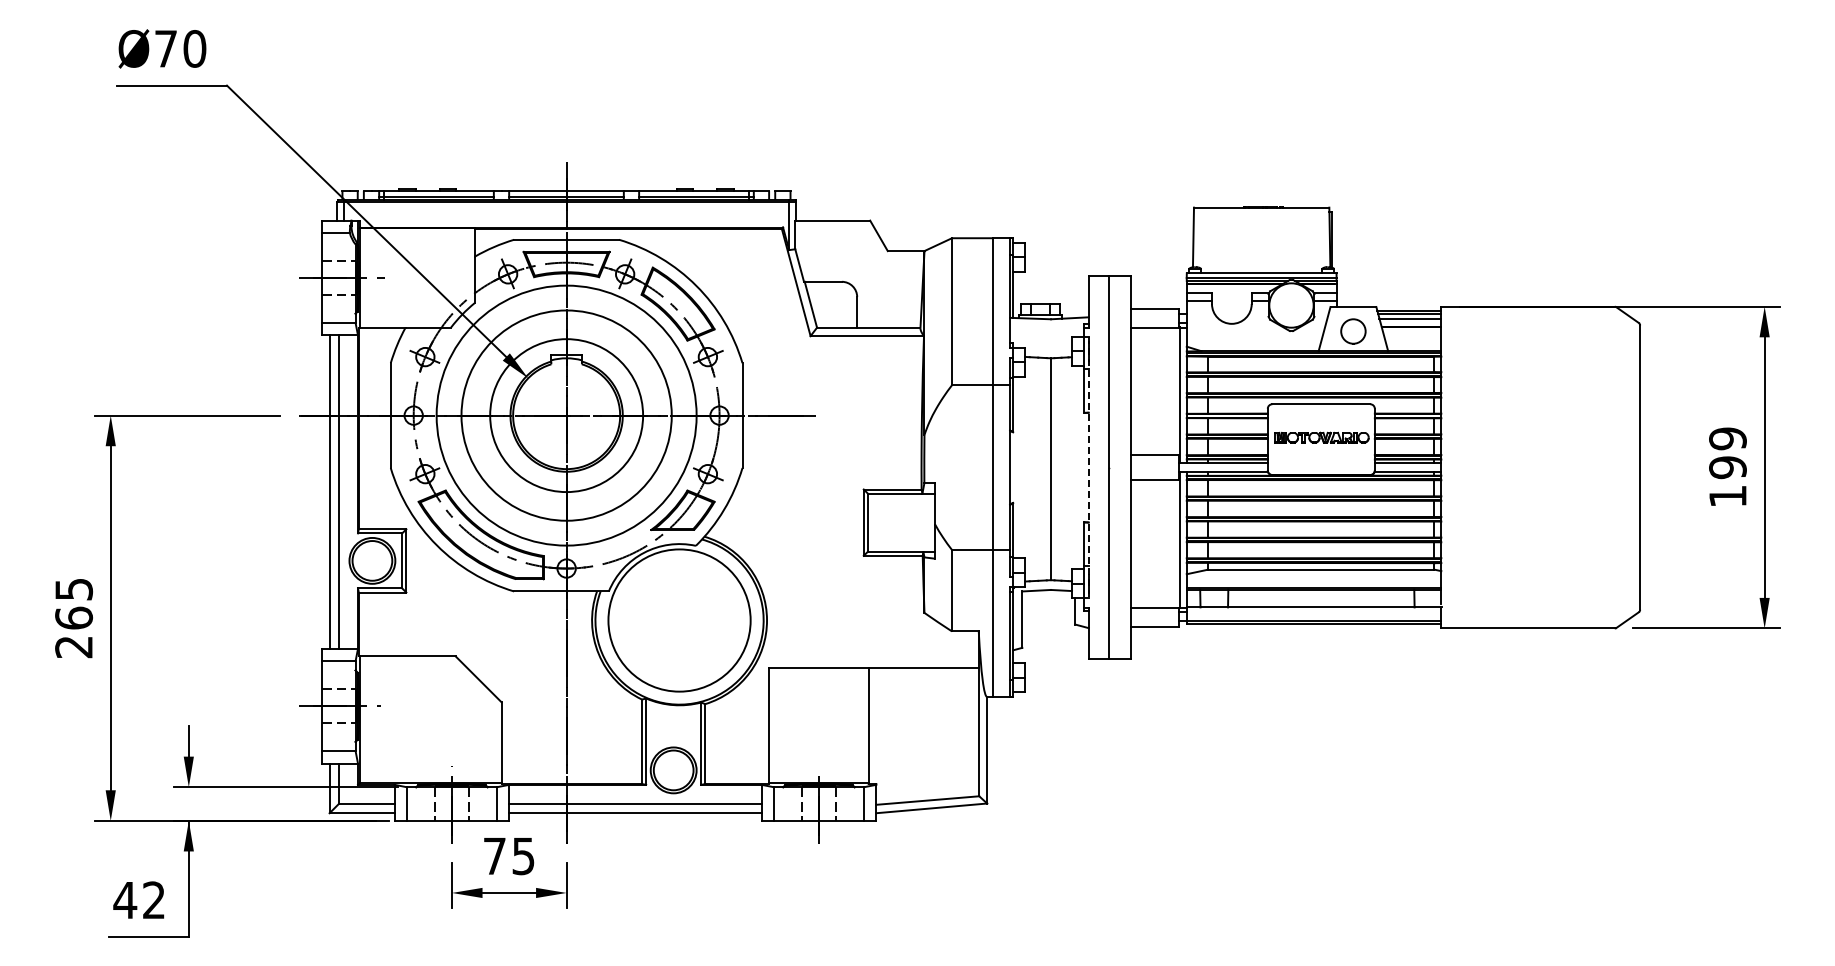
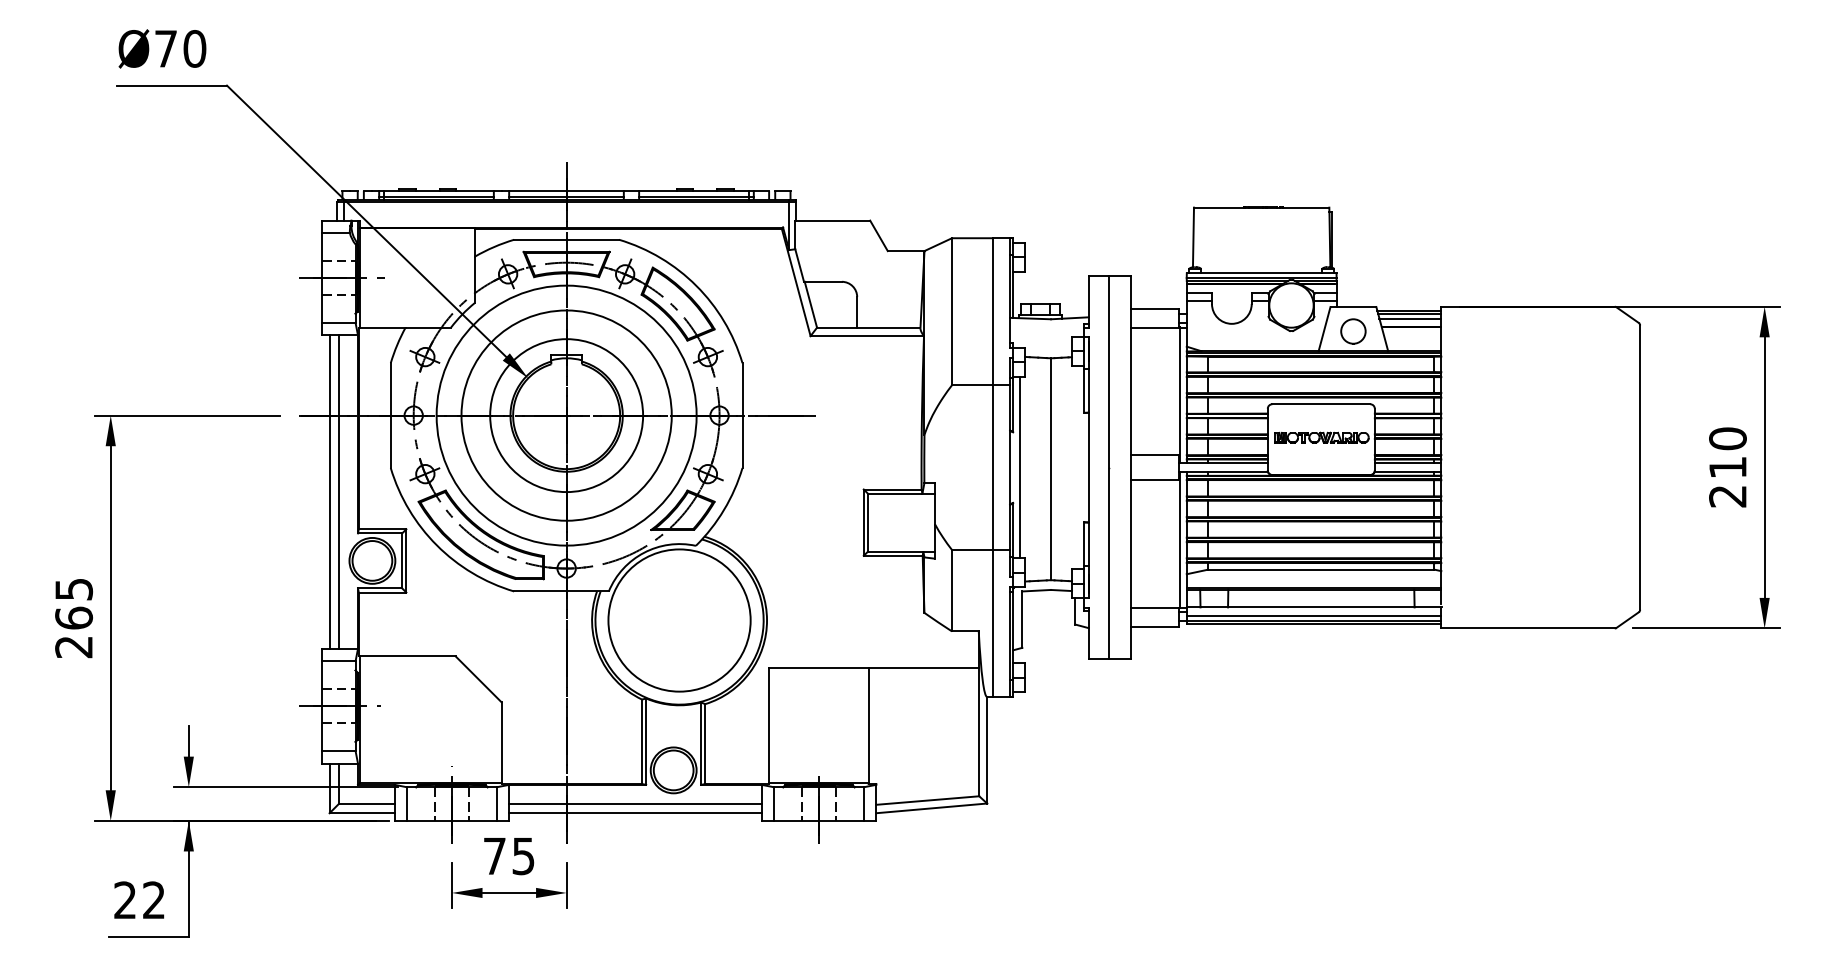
line at (1019, 467): none -> present
text at (1727, 467): 199 -> 210
line at (1088, 468): dashed -> solid
line at (1313, 615): none -> present
text at (125, 899): 42 -> 22
